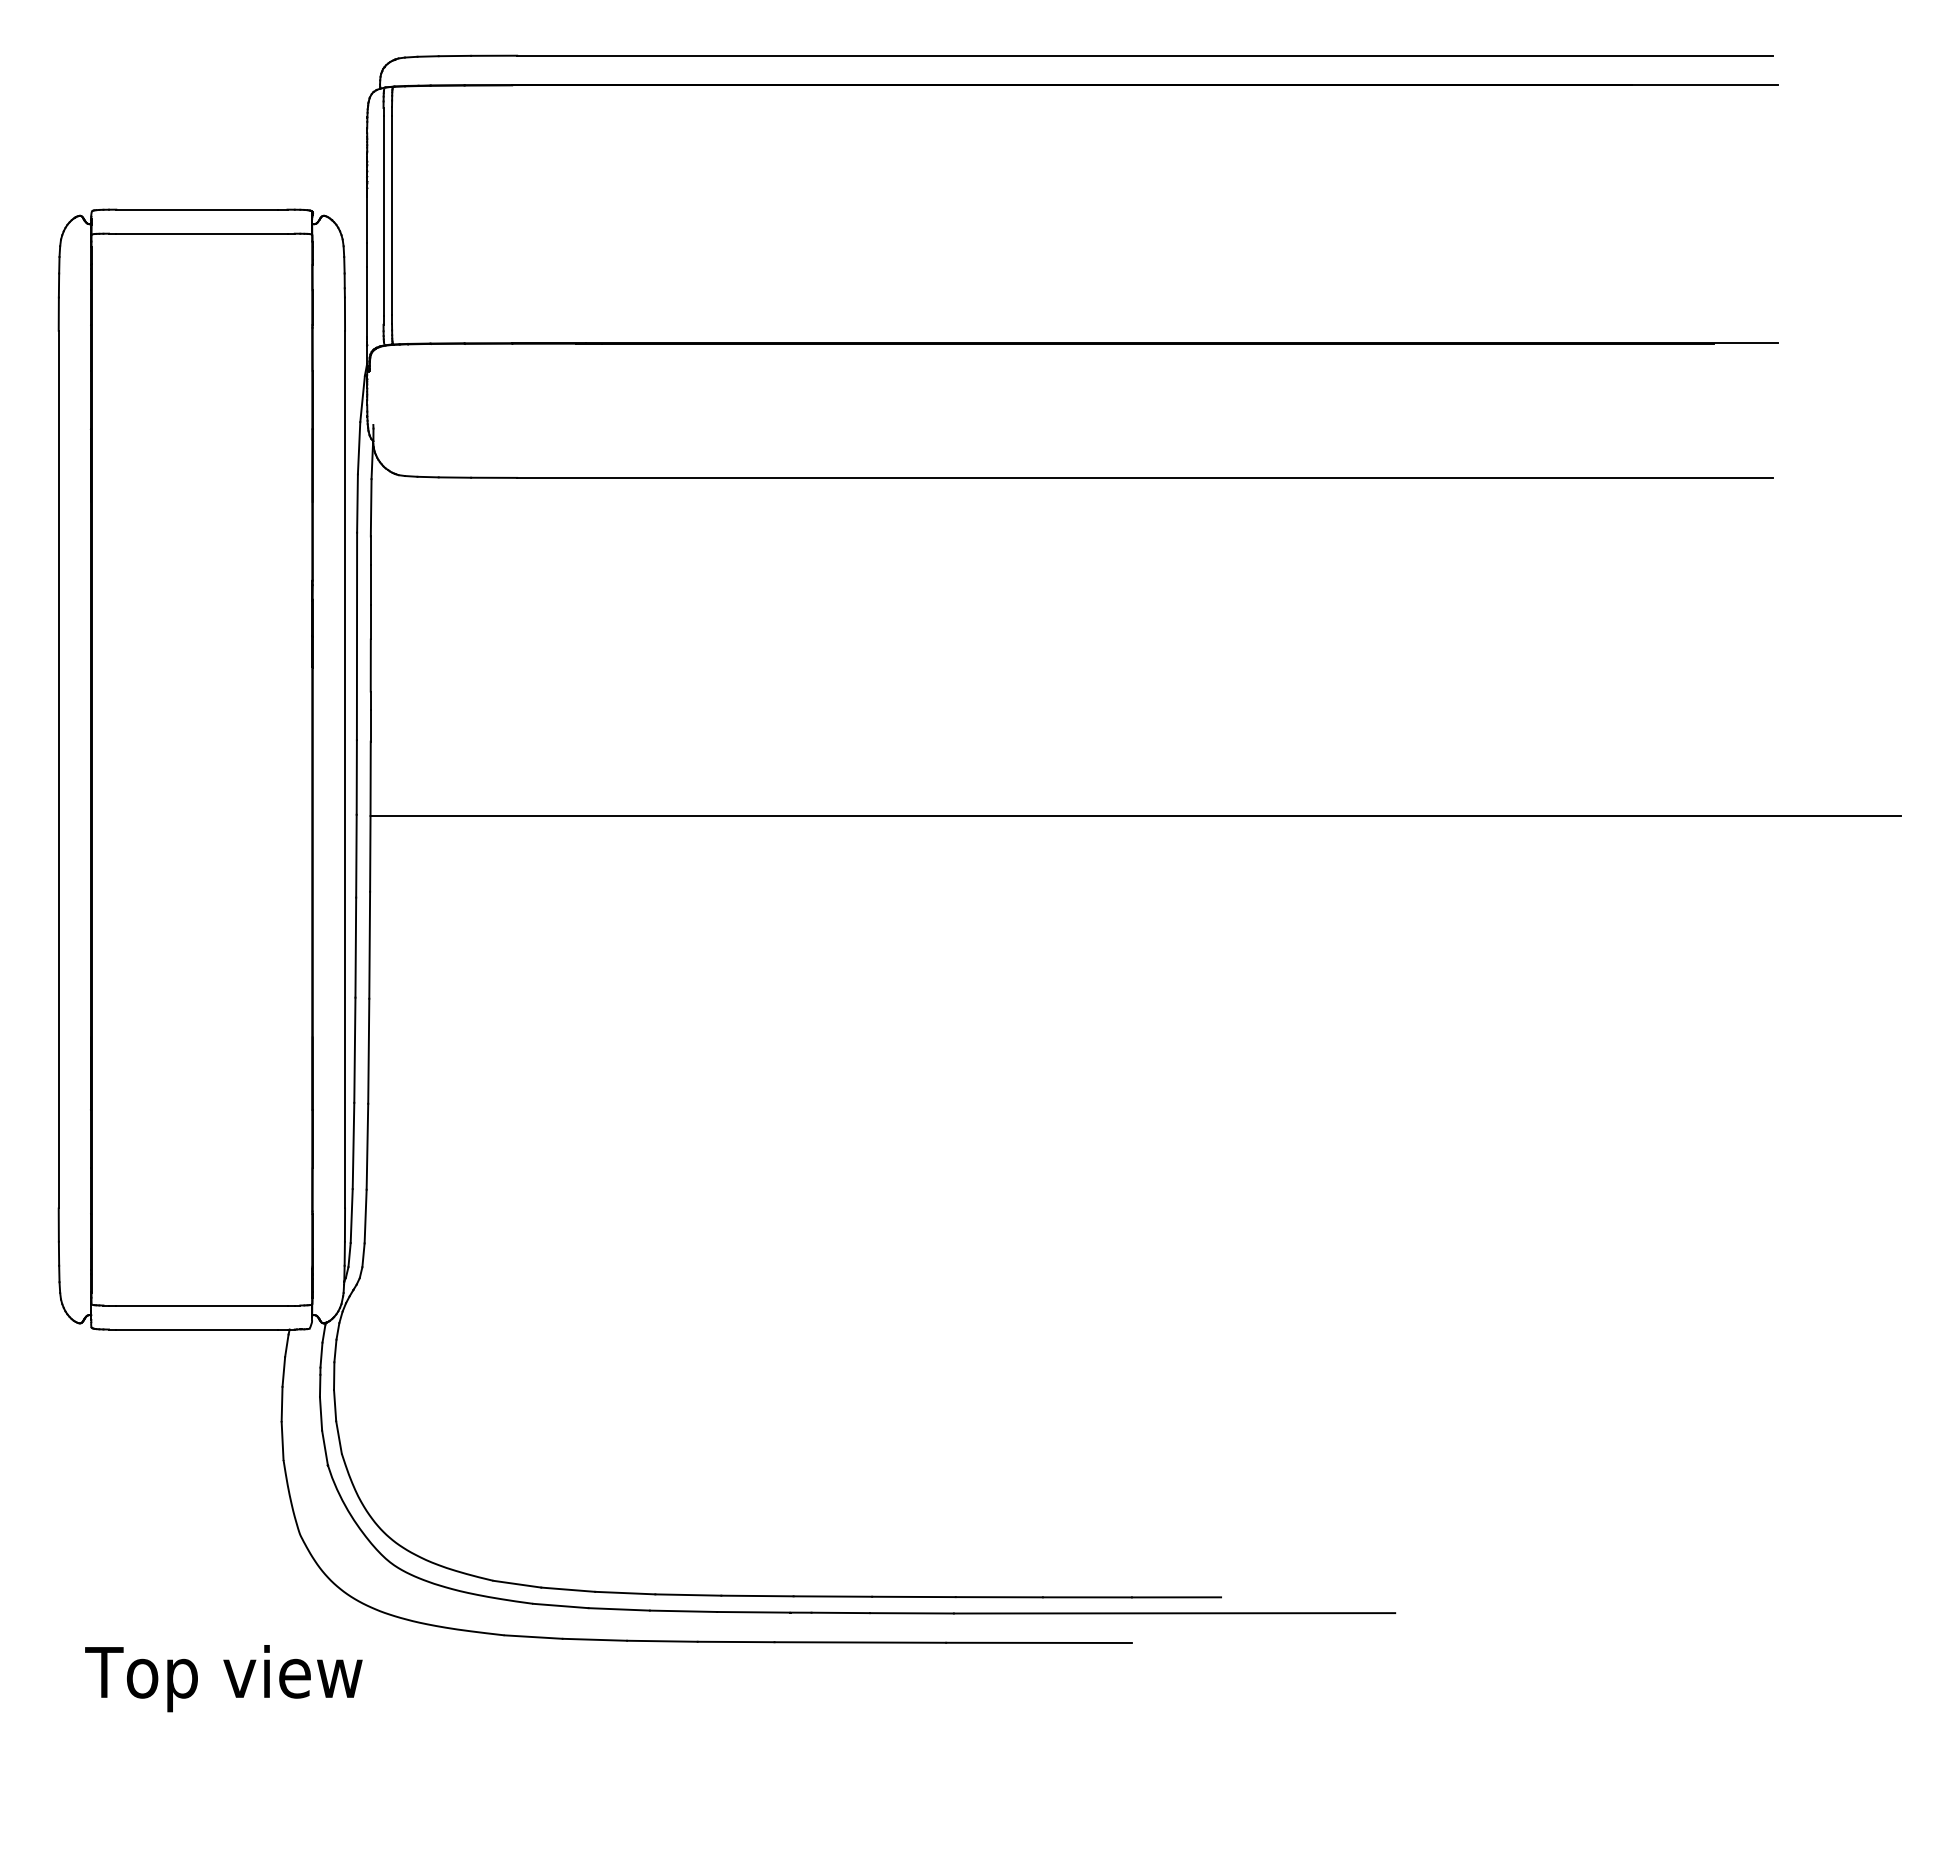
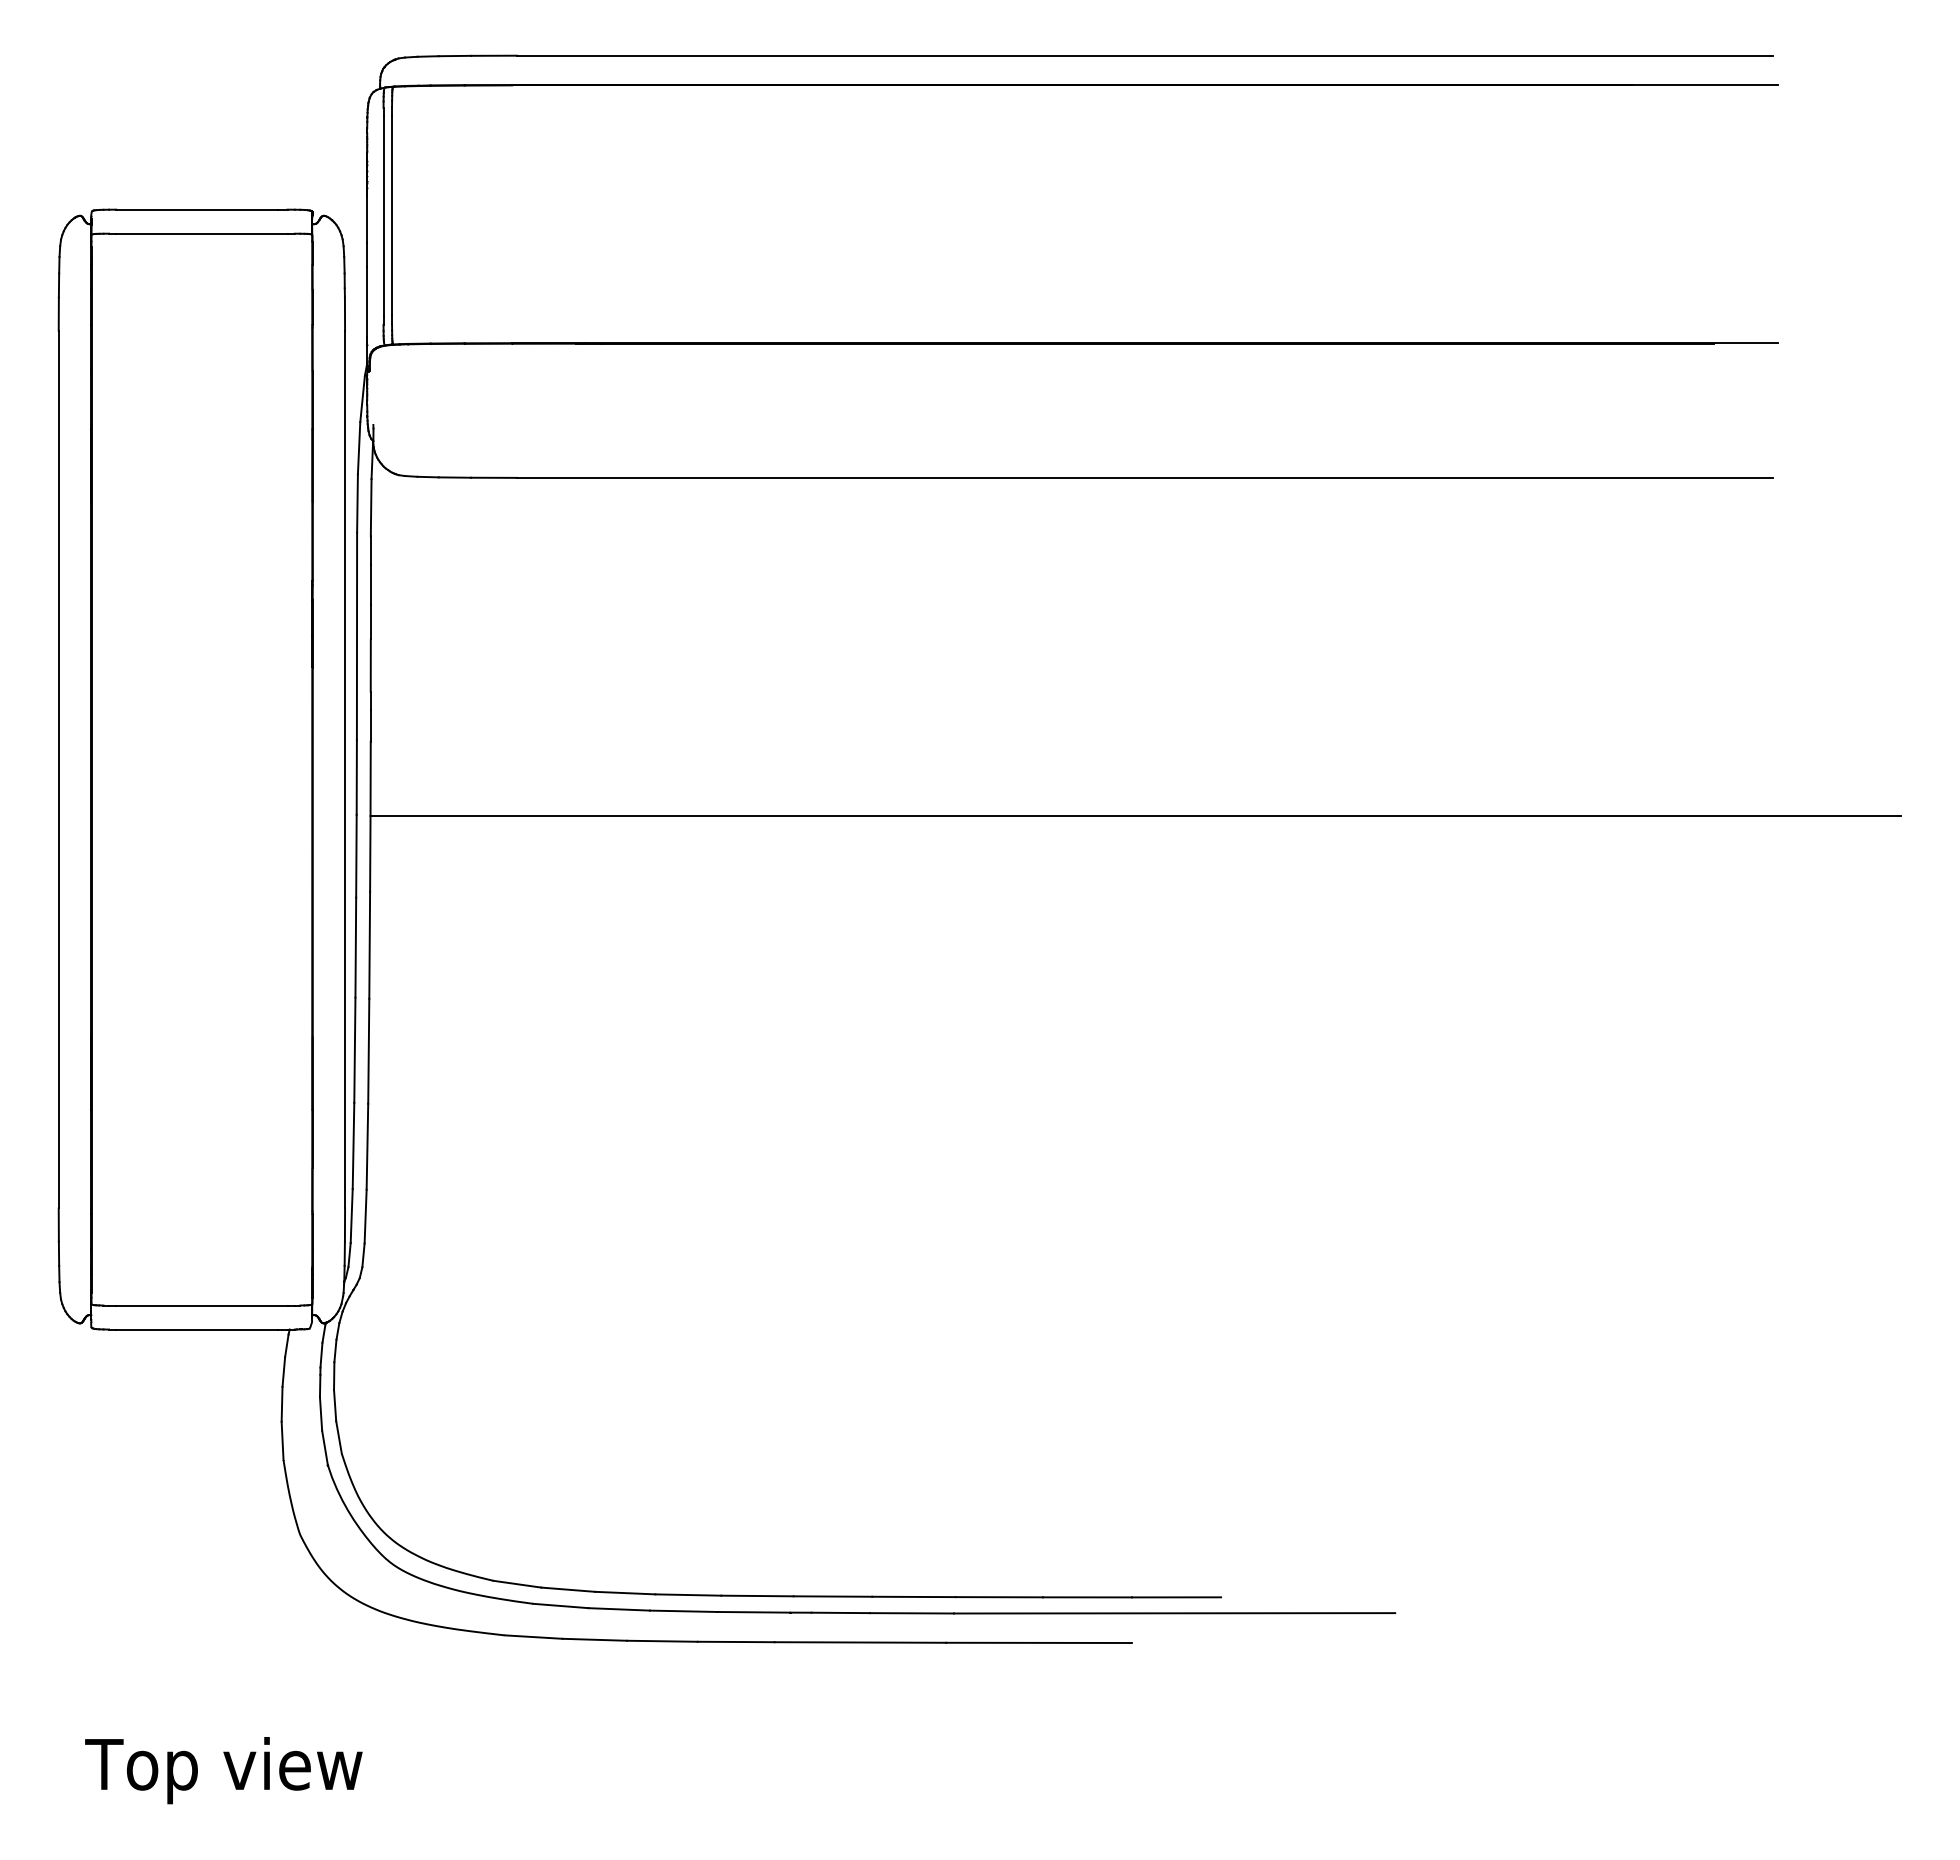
text at (223, 1678) position: (223, 1678) -> (223, 1770)
